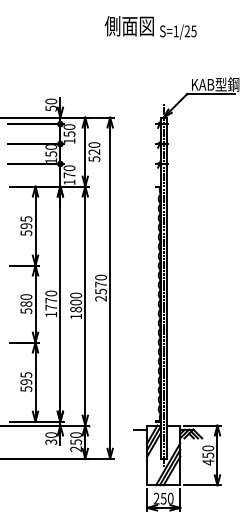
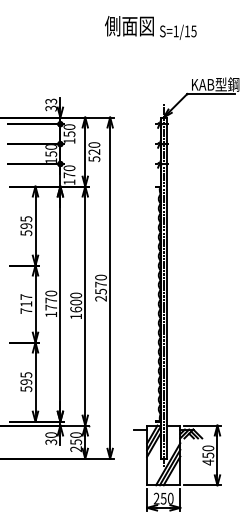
text at (187, 30): S=1/25 -> S=1/15
text at (51, 104): 50 -> 33
text at (26, 304): 580 -> 717
text at (75, 309): 1800 -> 1600
